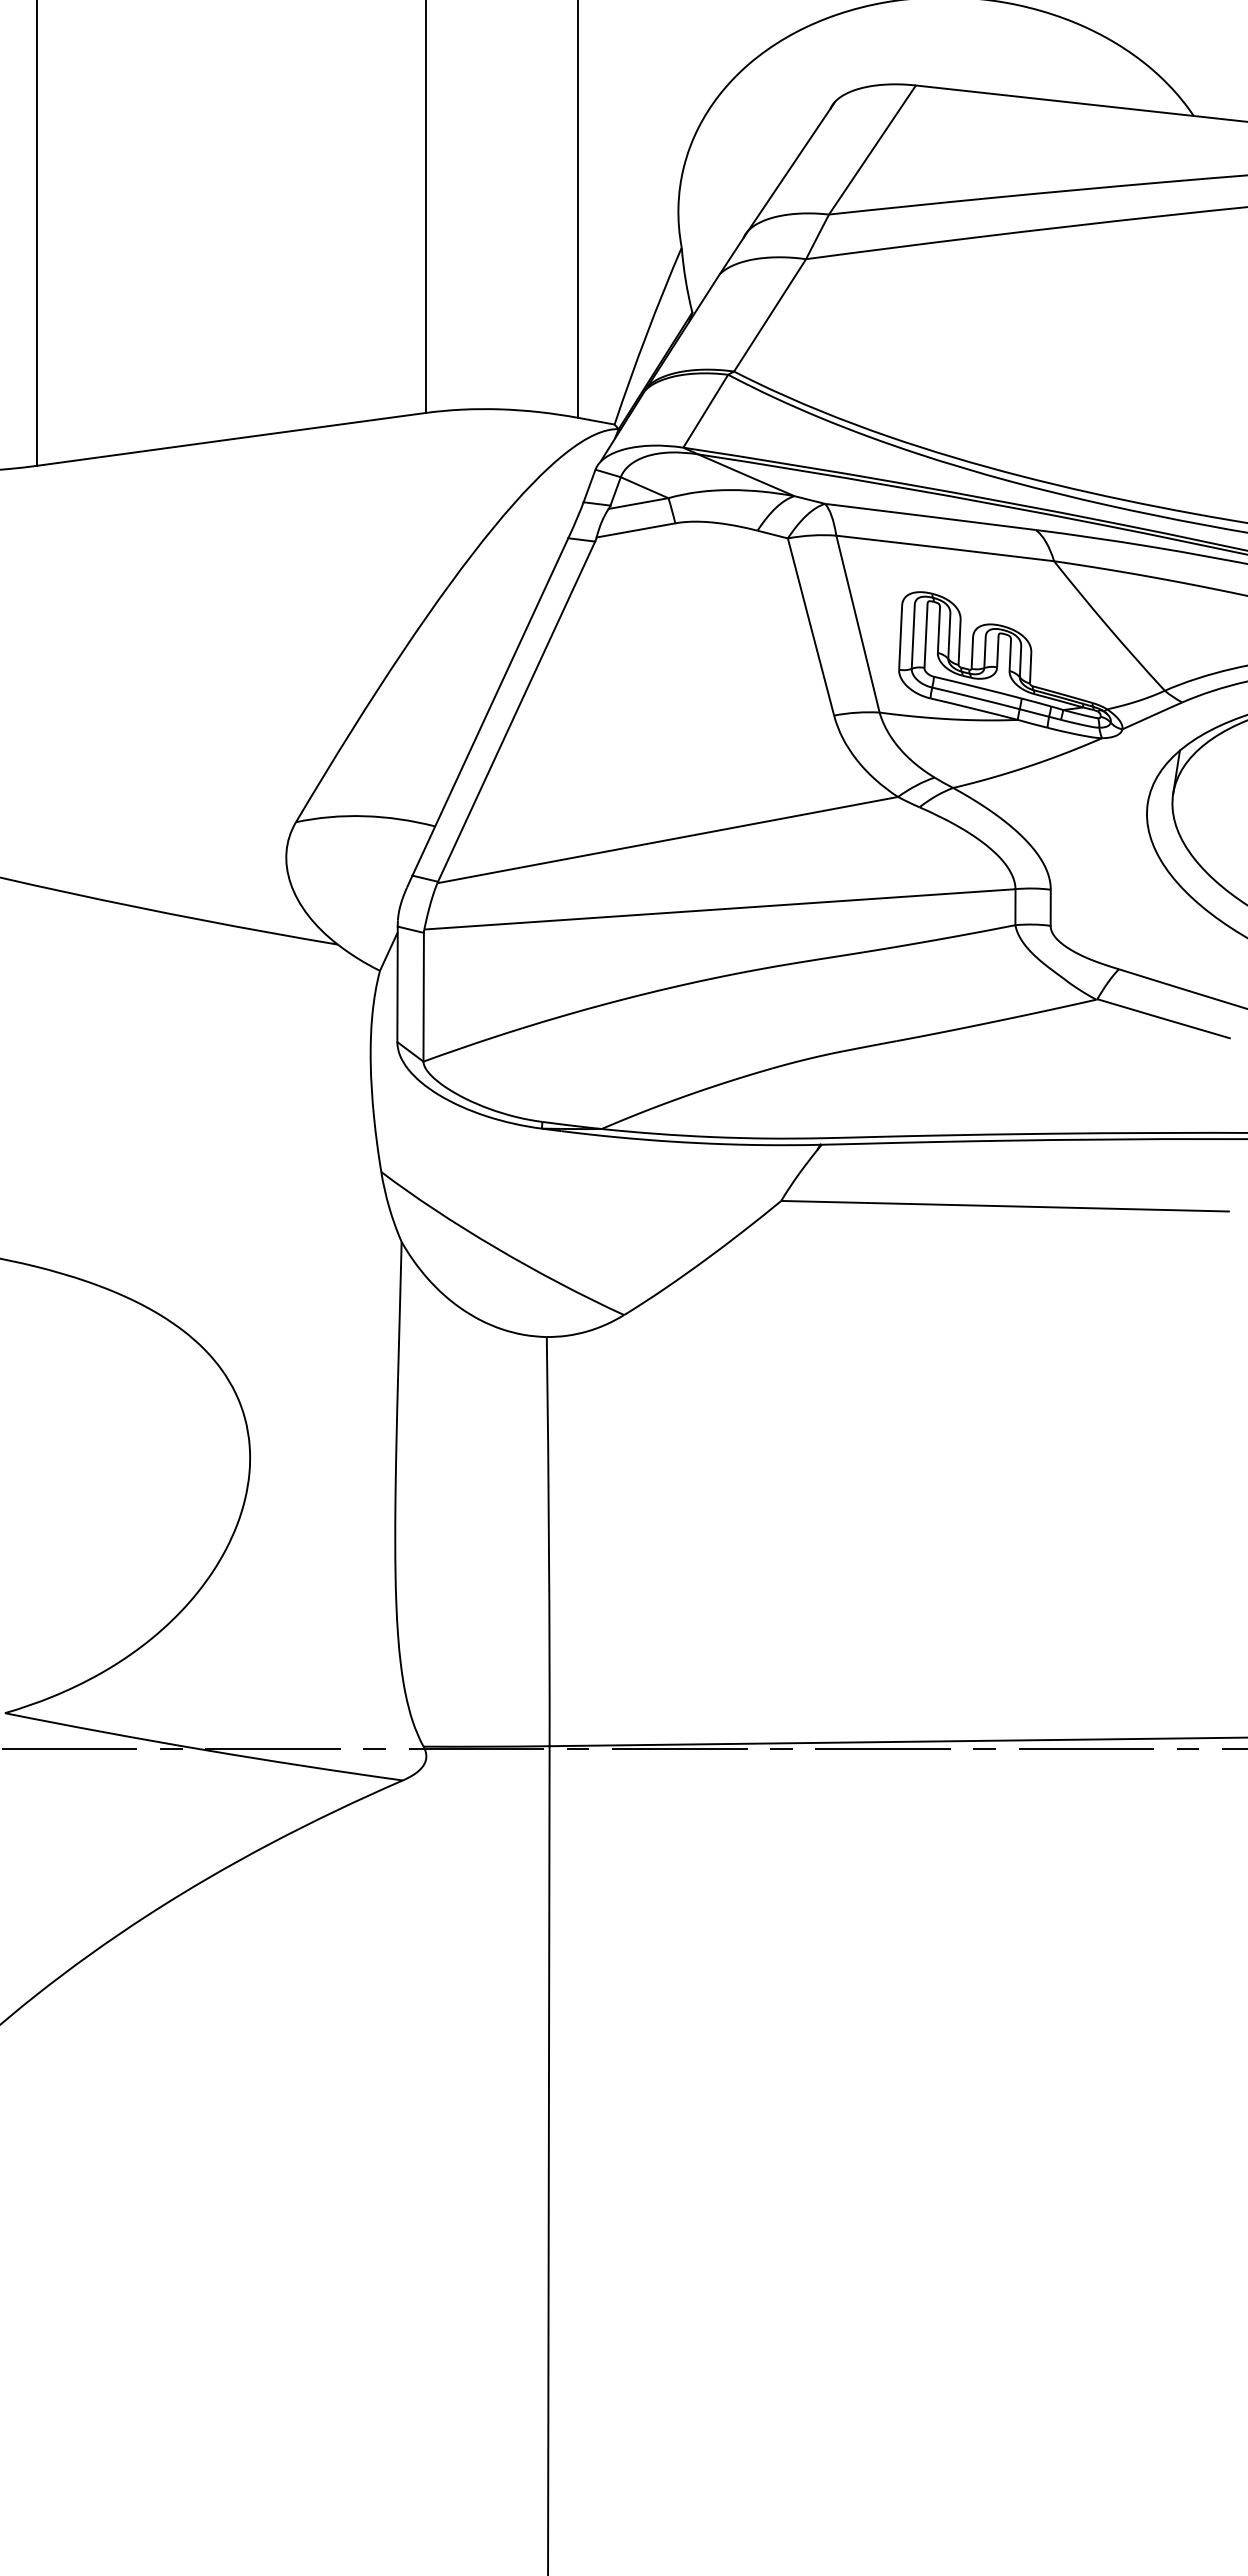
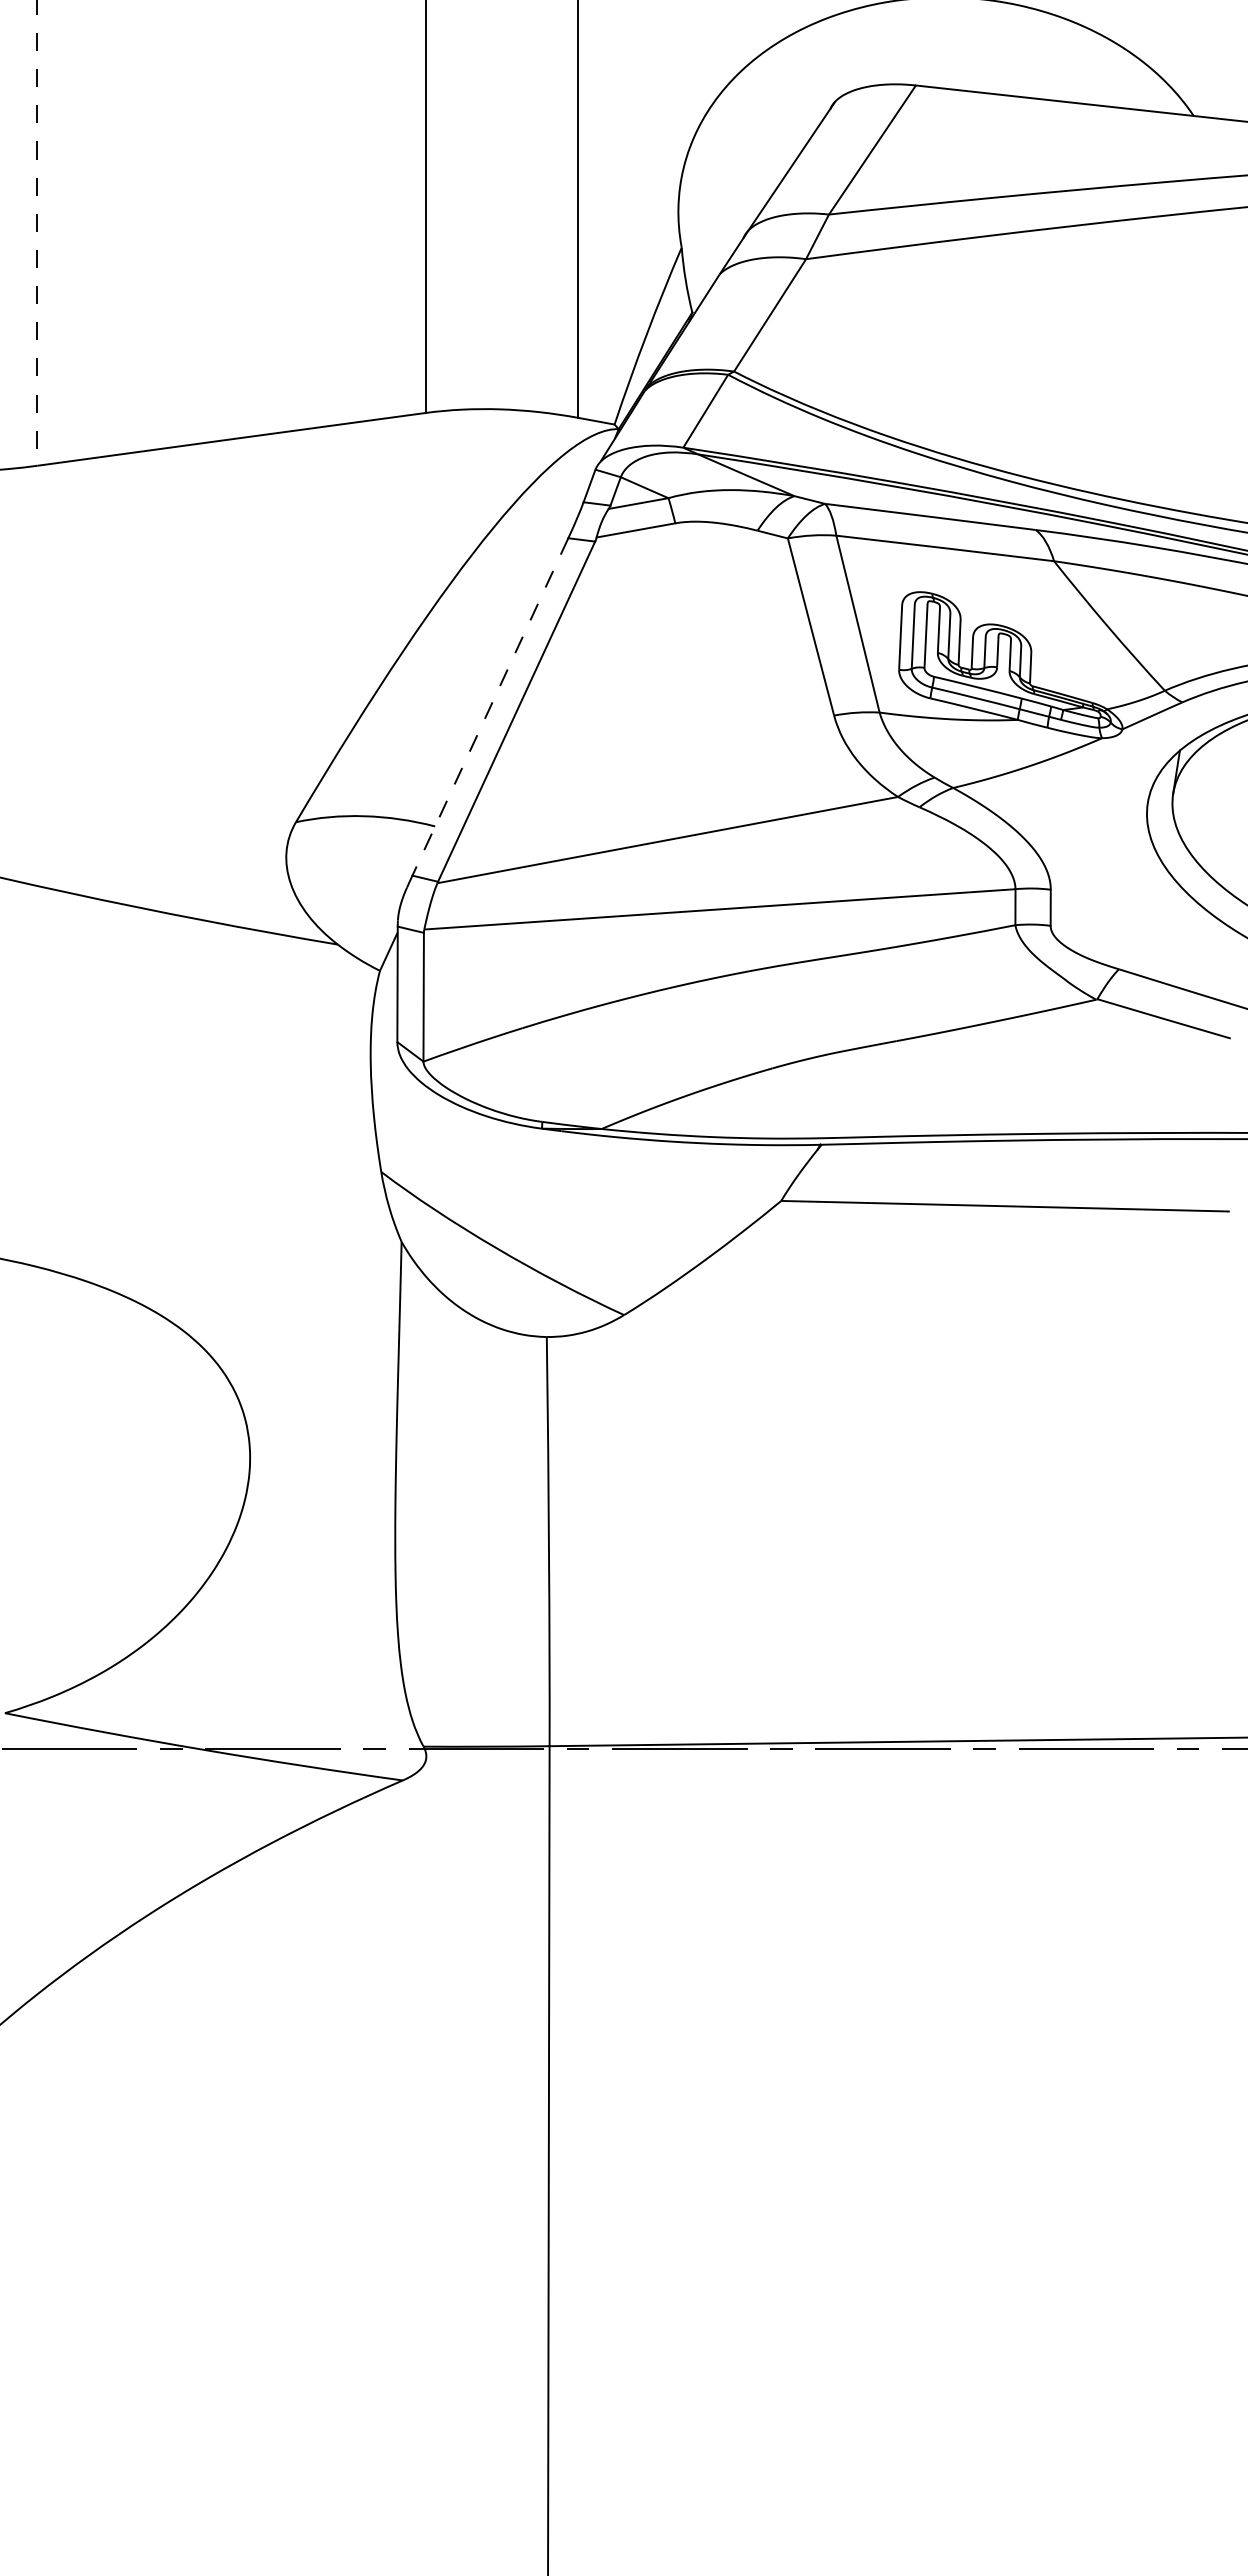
line at (37, 233): solid -> dashed
line at (490, 706): solid -> dashed
